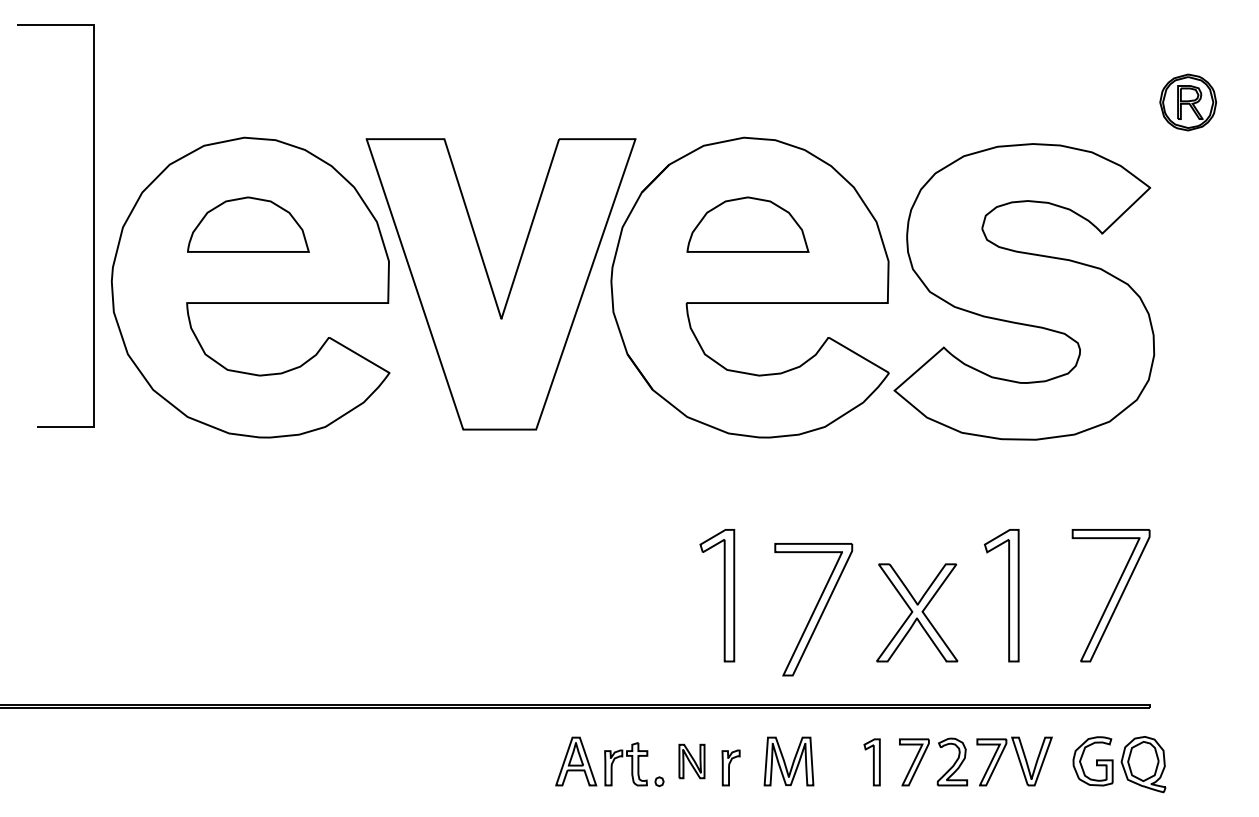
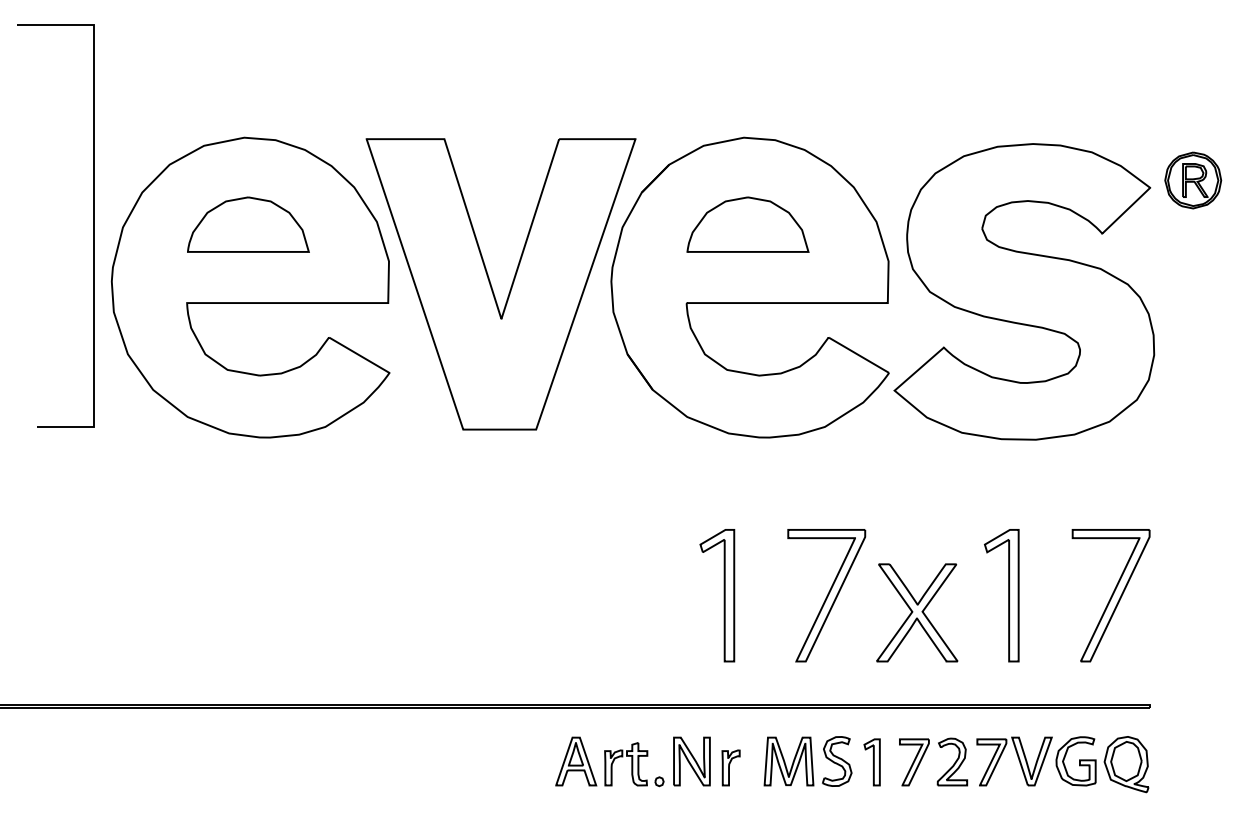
part at (1188, 102) position: (1188, 102) -> (1193, 180)
part at (813, 609) position: (813, 609) -> (826, 595)
part at (691, 761) size: 28x37 px -> 38x51 px
part at (837, 761): none -> present
part at (1119, 764) position: (1119, 764) -> (1102, 764)
